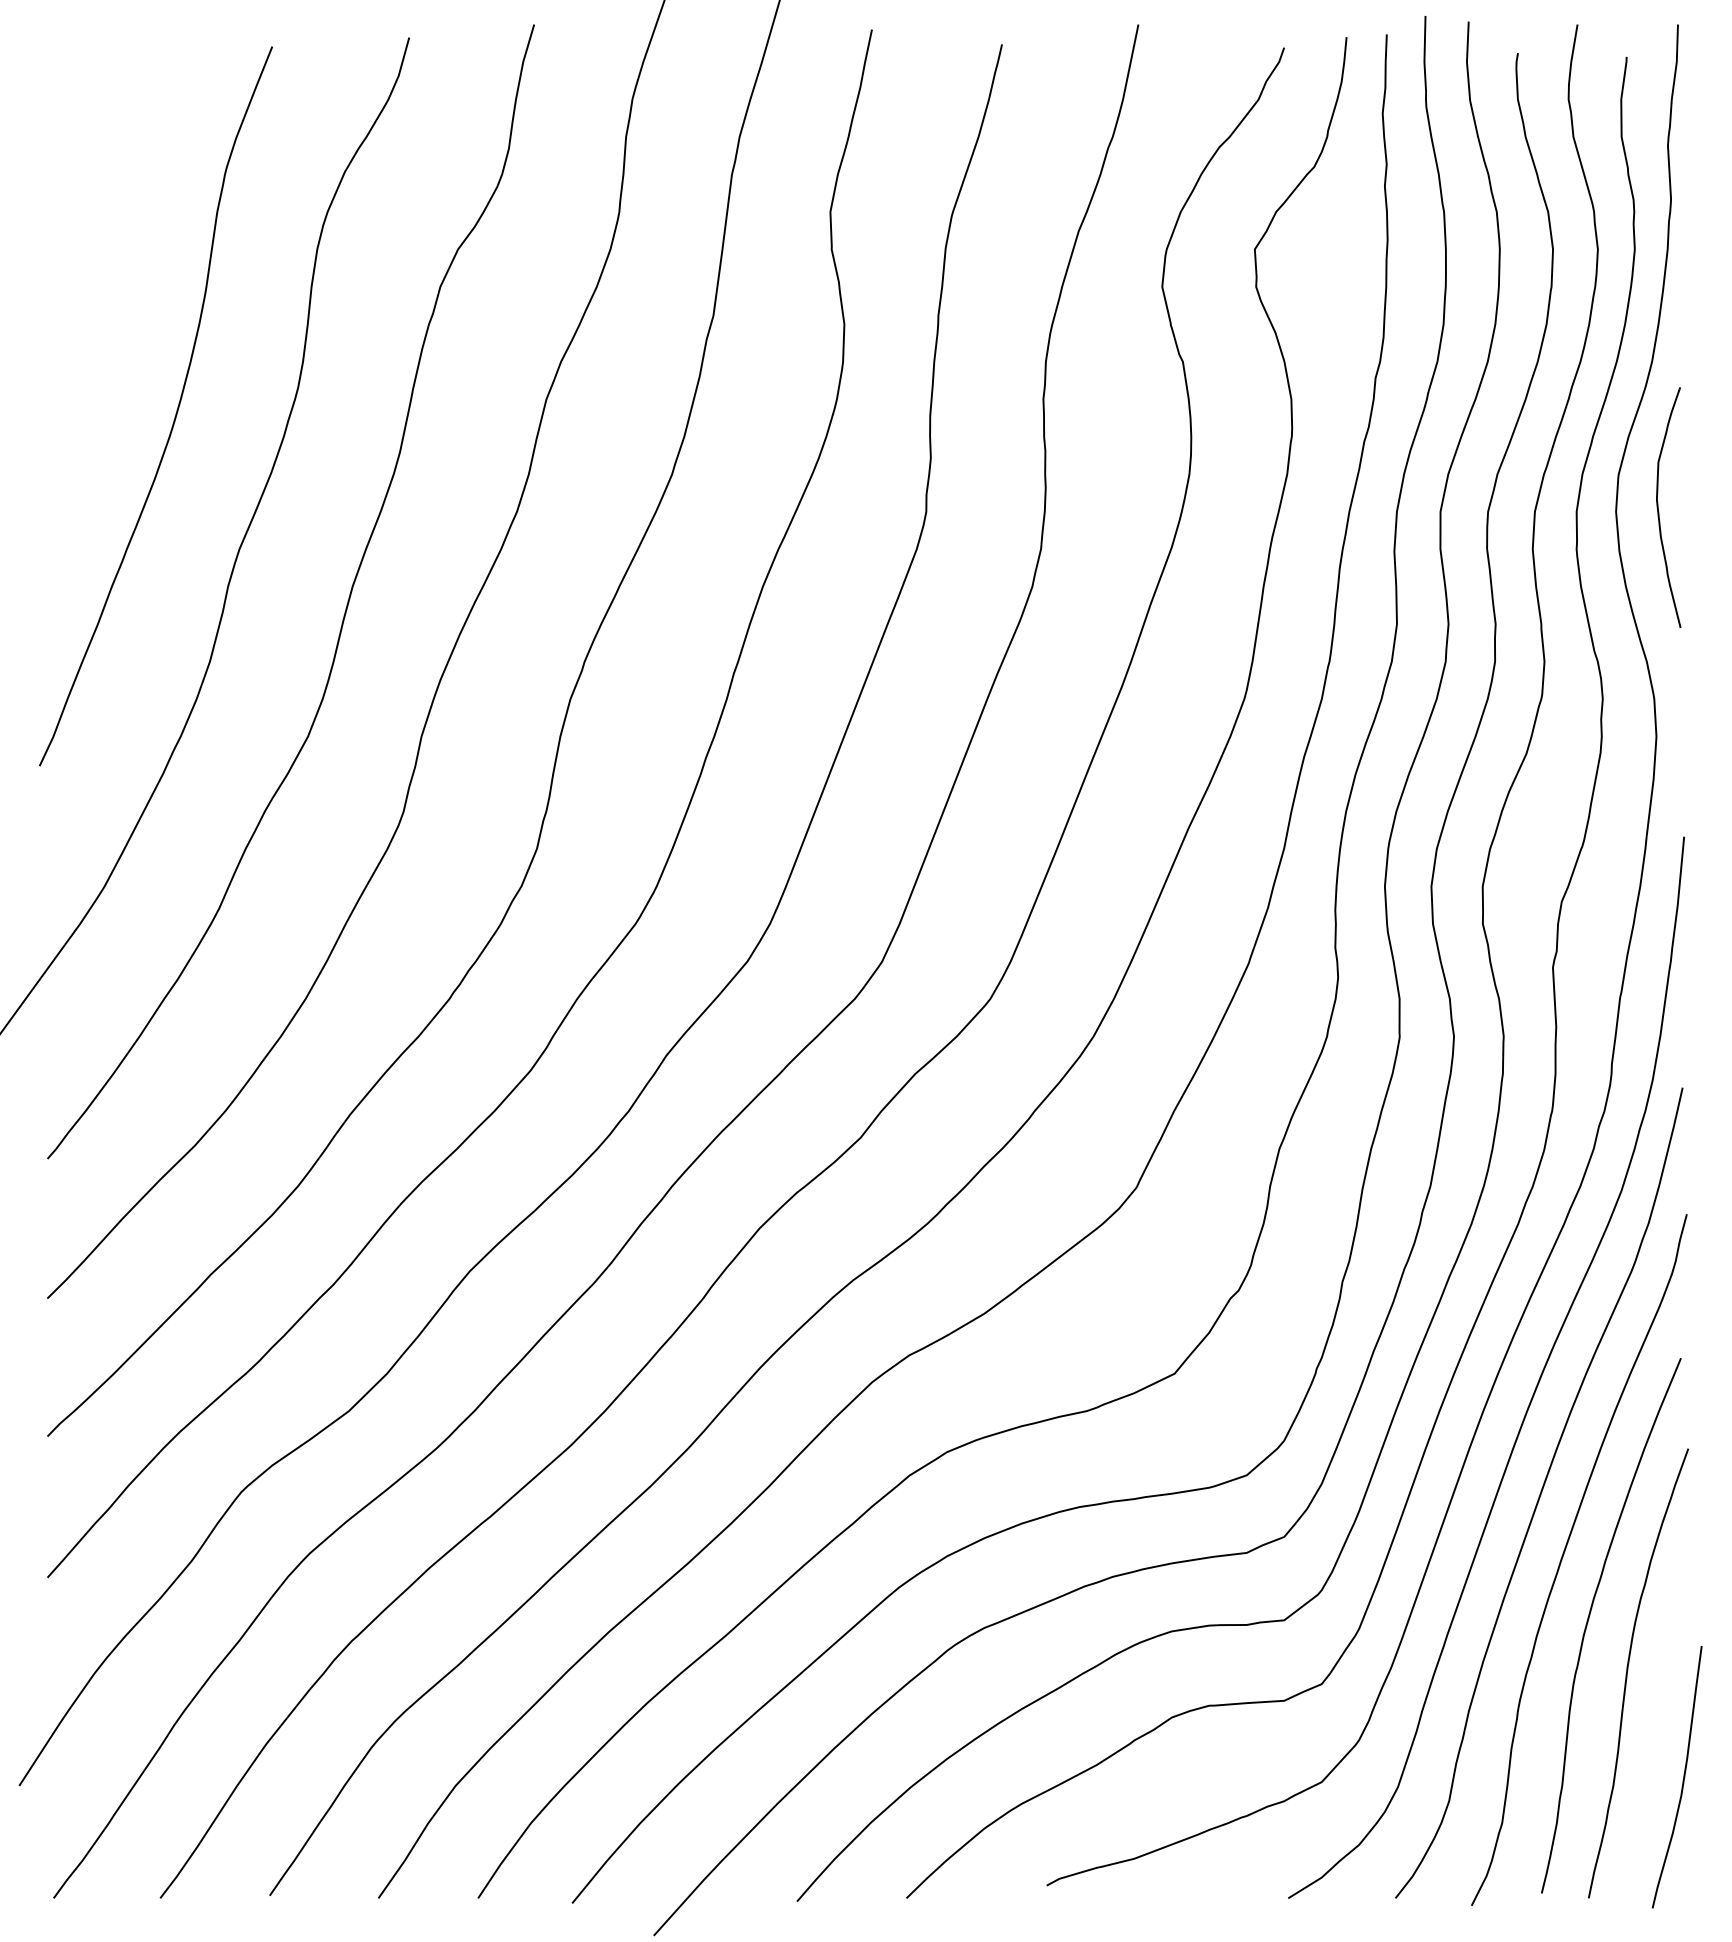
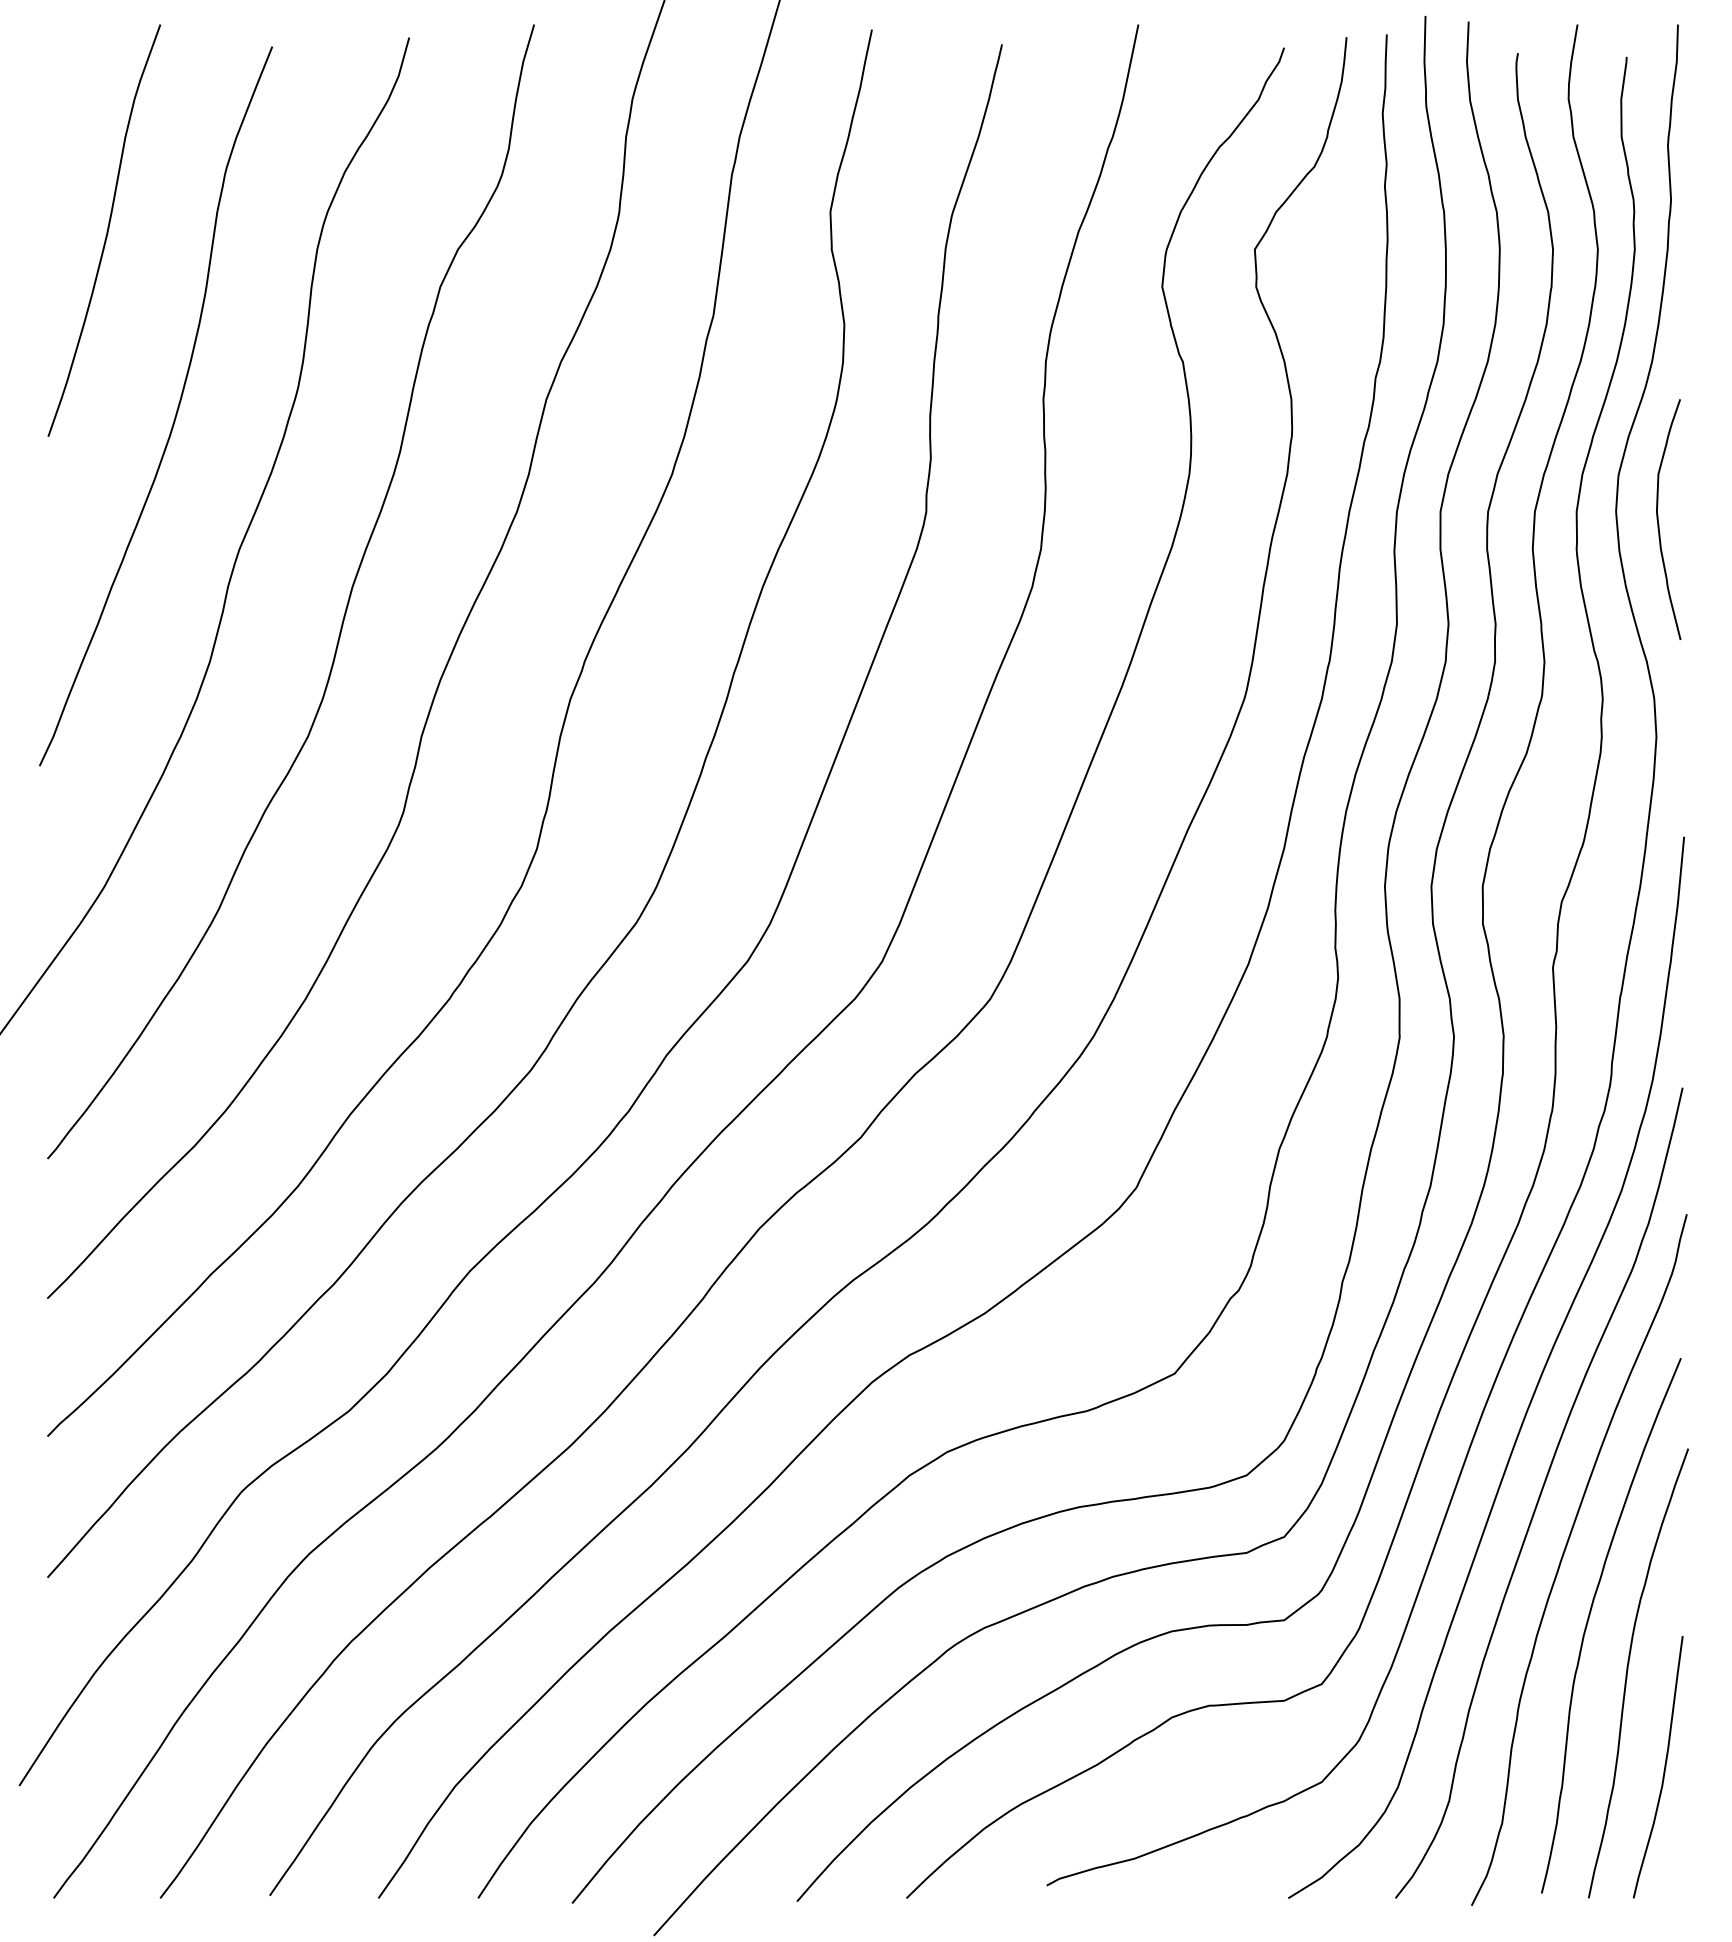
curve at (106, 231): none -> present
curve at (1659, 511) position: (1659, 511) -> (1659, 523)
curve at (1682, 1780) position: (1682, 1780) -> (1663, 1770)
